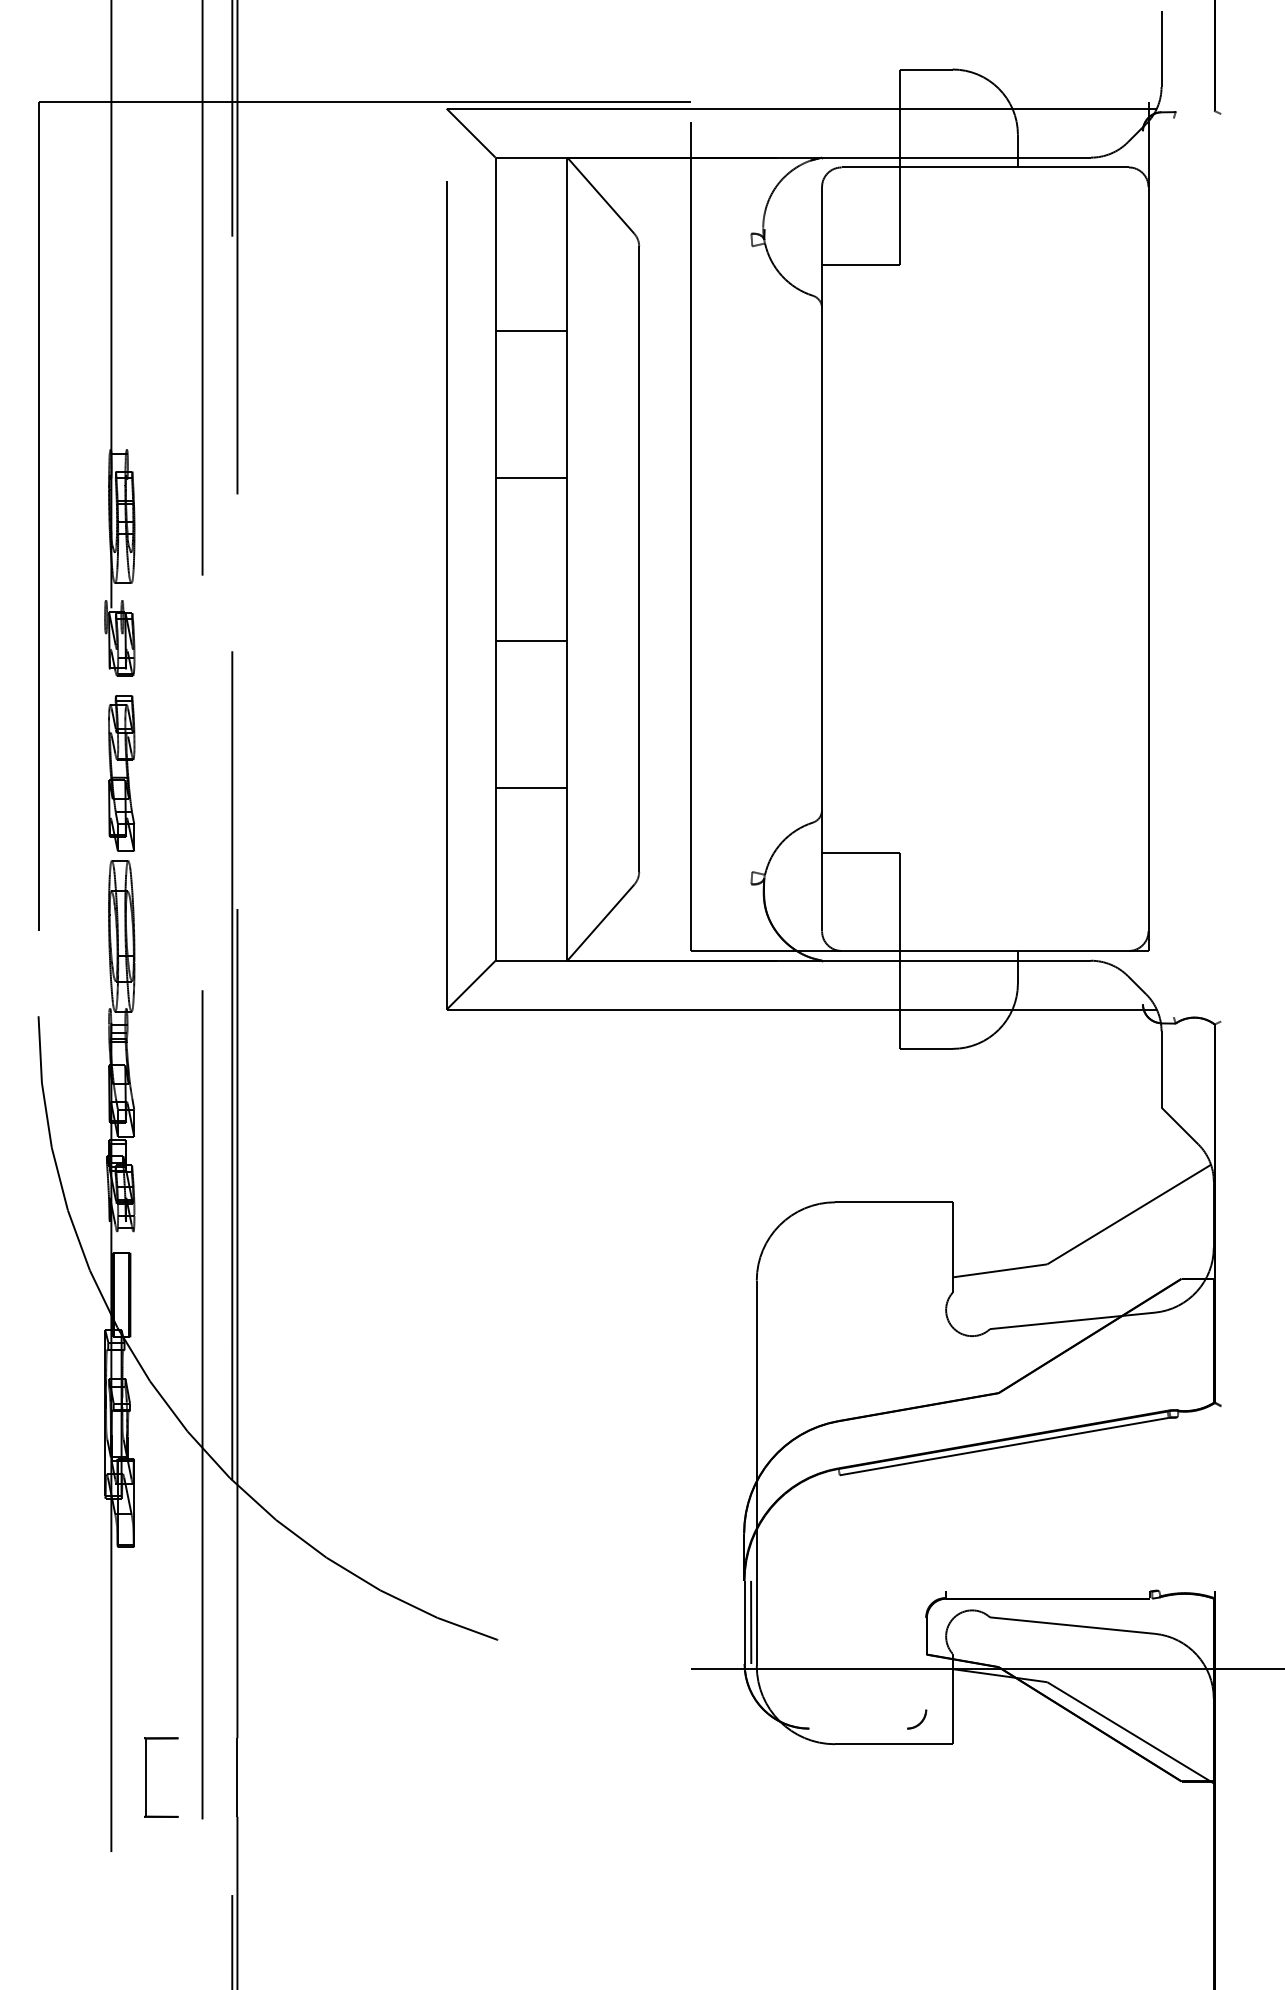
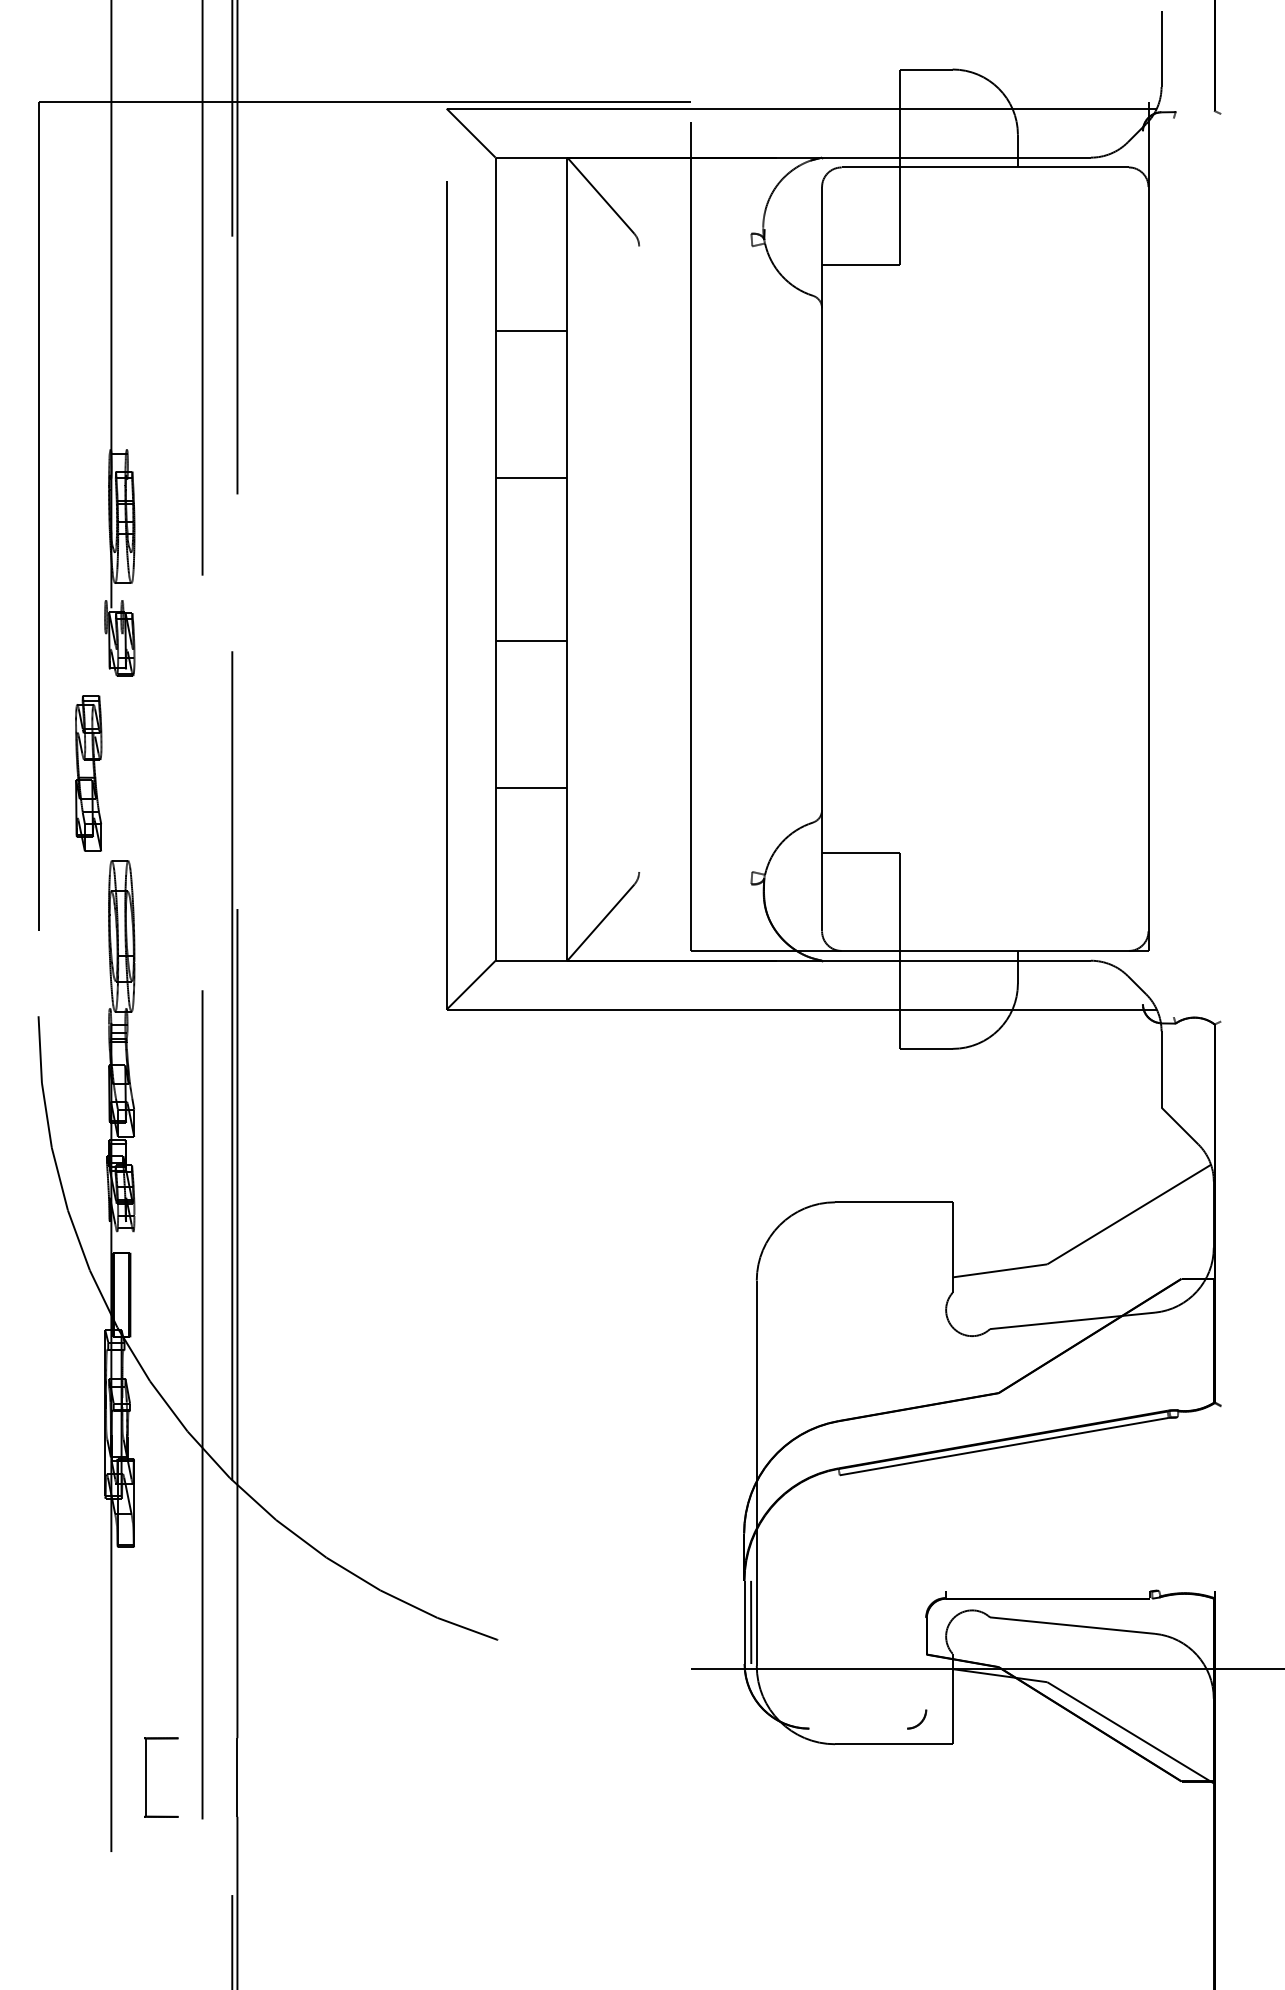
line at (639, 558): present -> none
part at (121, 773) position: (121, 773) -> (88, 773)
